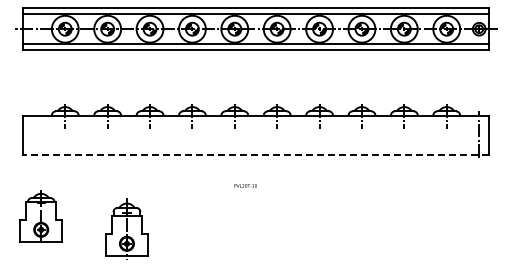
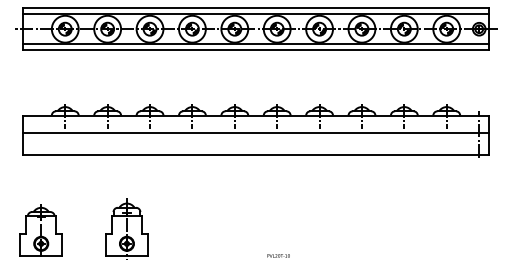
line at (255, 133): none -> present
line at (255, 155): dashed -> solid
text at (245, 185) position: (245, 185) -> (278, 255)
part at (40, 216) position: (40, 216) -> (40, 230)
